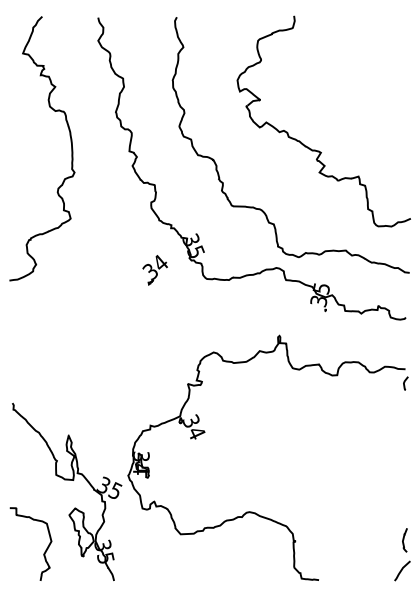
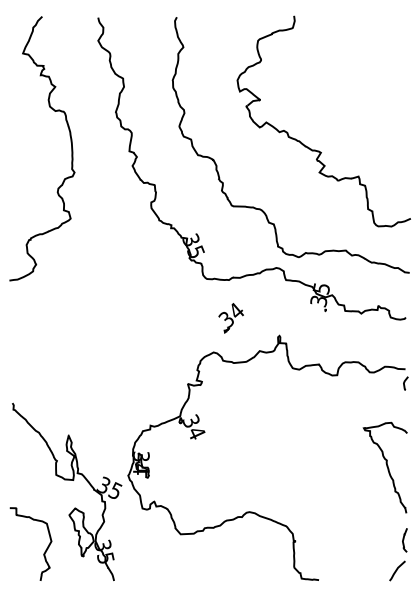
part at (154, 270) position: (154, 270) -> (230, 318)
curve at (386, 466): none -> present
curve at (402, 570) position: (402, 570) -> (397, 570)
